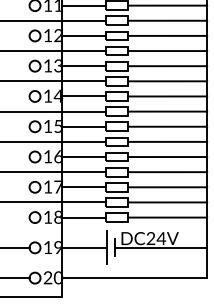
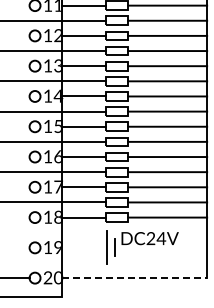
line at (15, 247): present -> none
line at (83, 247): present -> none
line at (161, 247): present -> none
line at (134, 278): solid -> dashed
